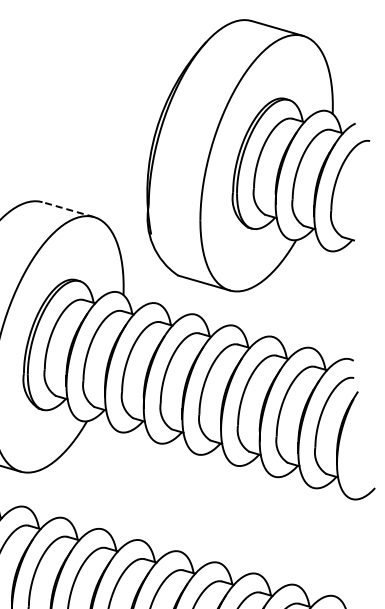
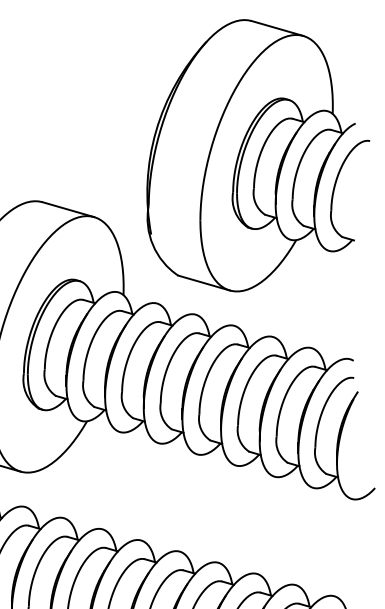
line at (68, 209): dashed -> solid
